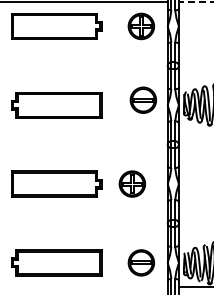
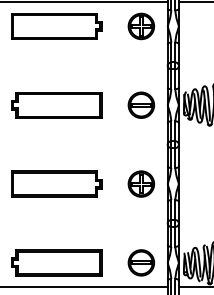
line at (195, 2): dashed -> solid
part at (142, 99) position: (142, 99) -> (140, 104)
part at (131, 183) position: (131, 183) -> (140, 183)
line at (84, 287): none -> present
